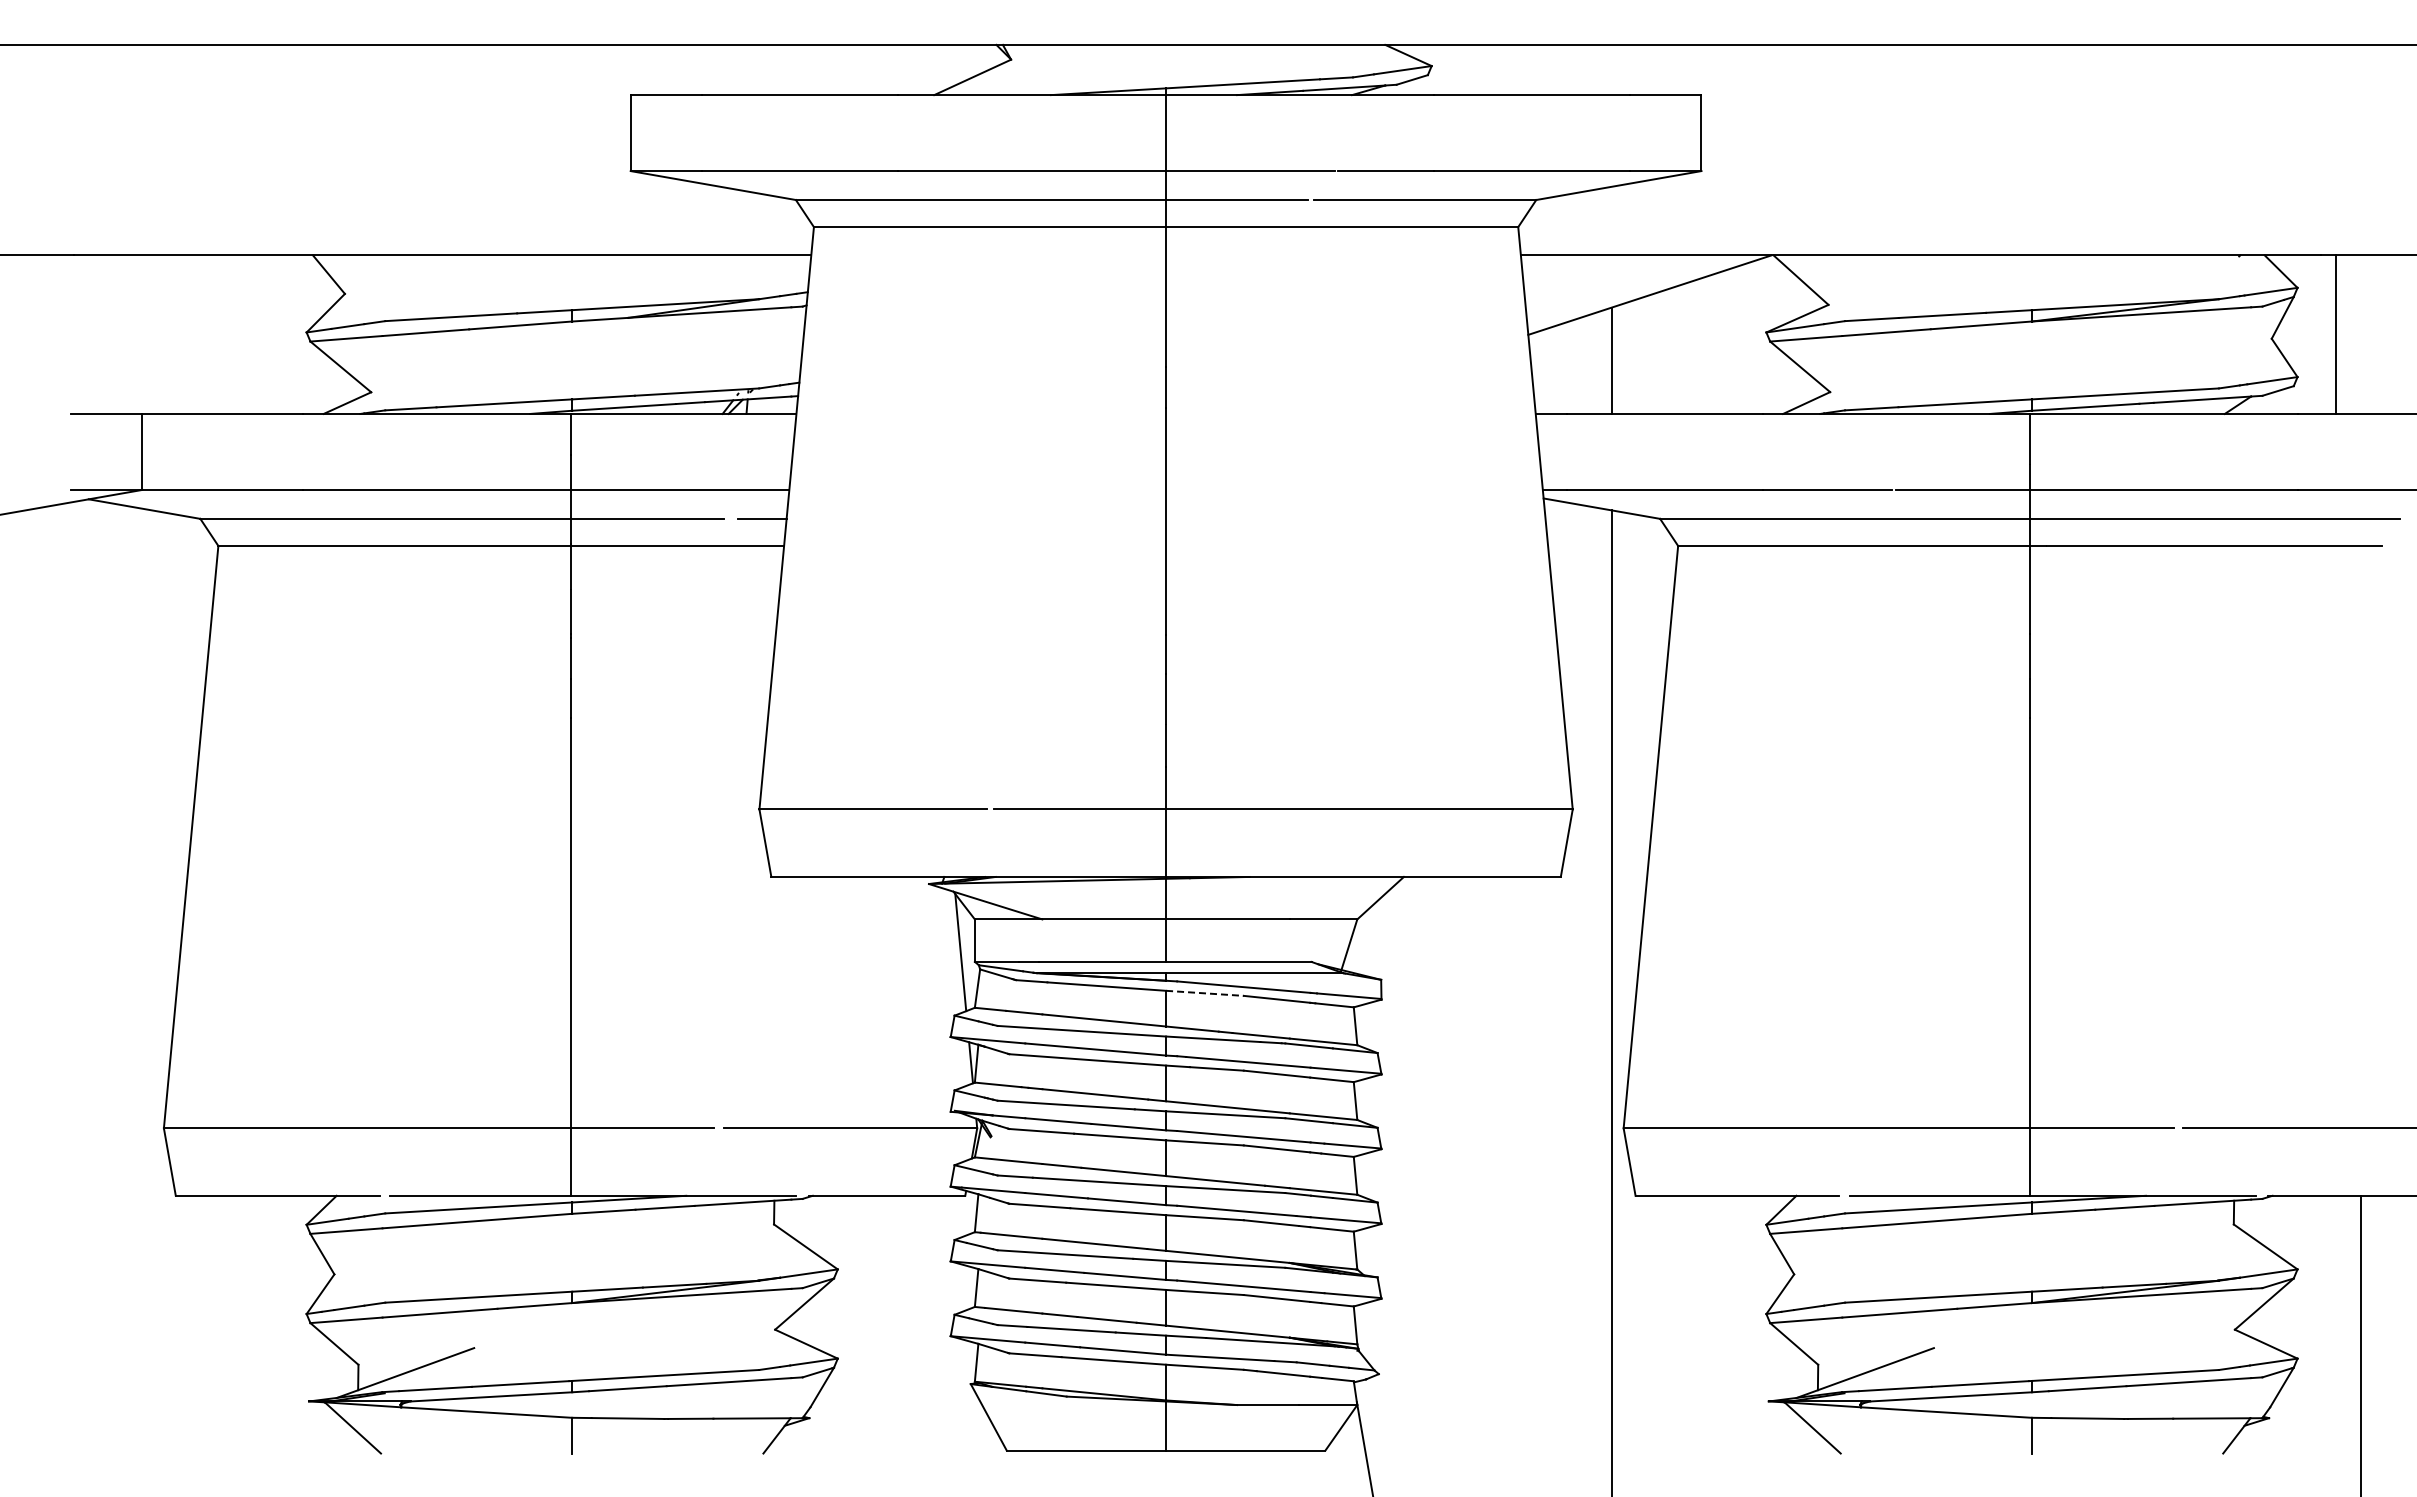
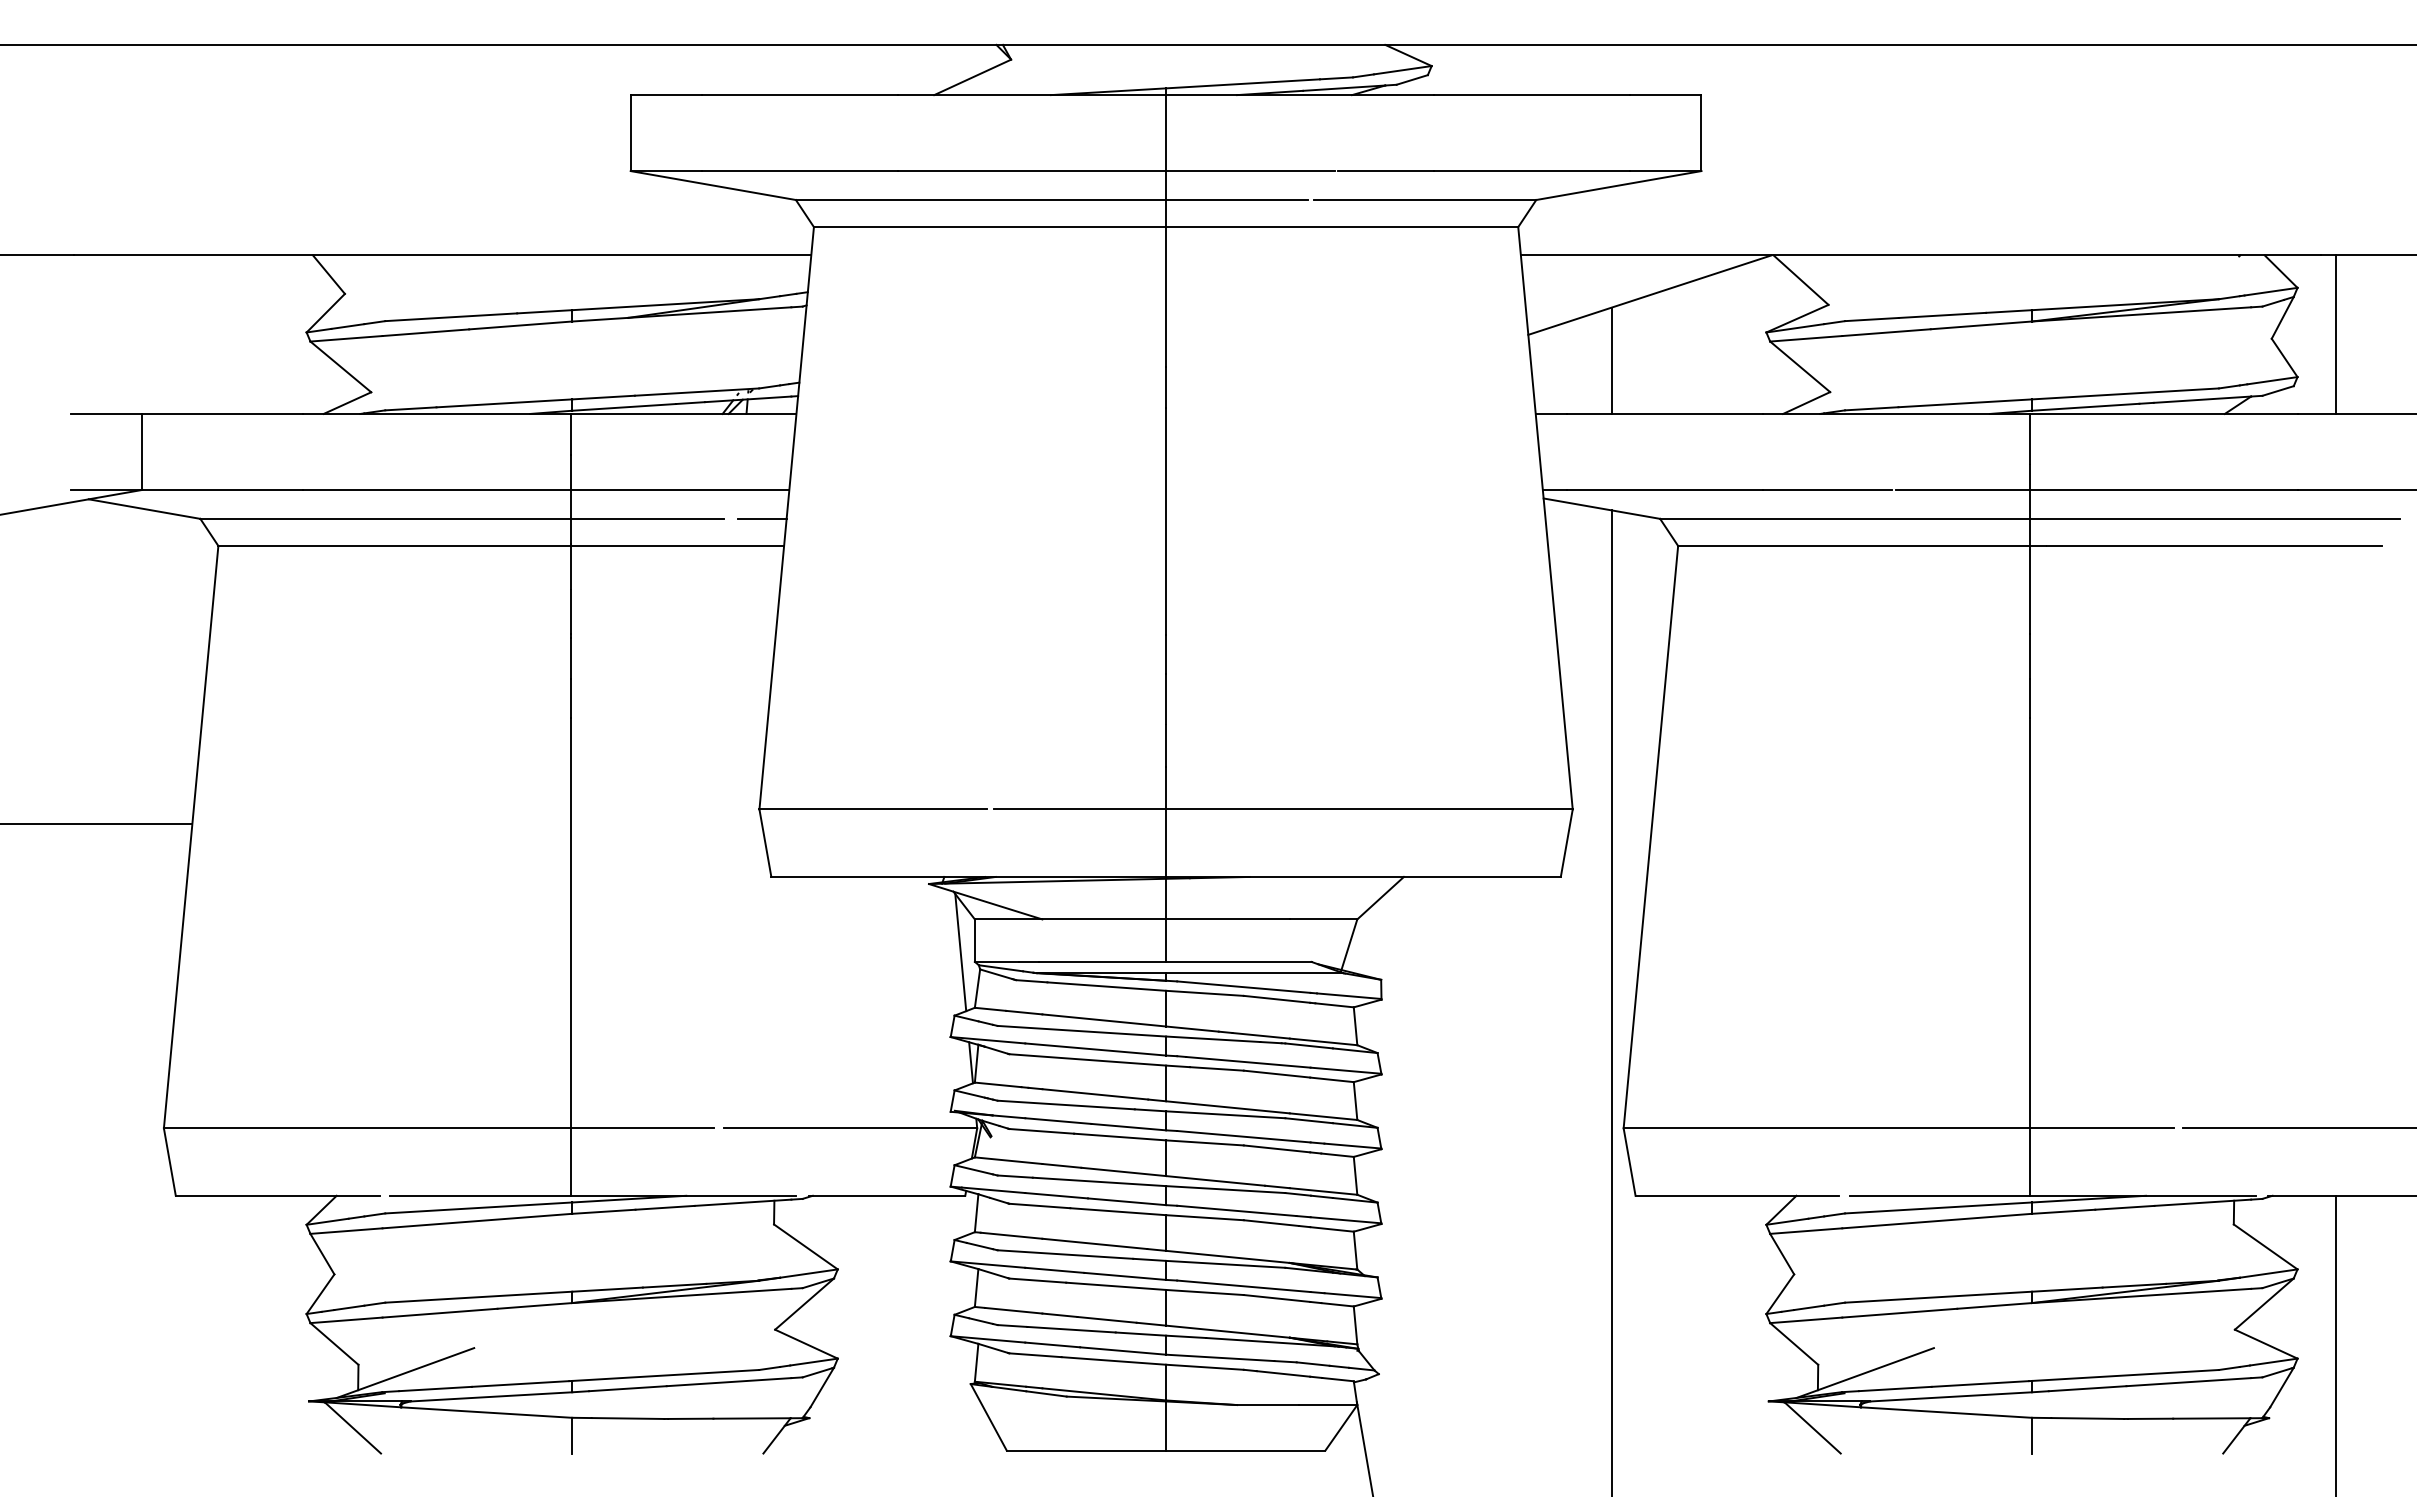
line at (97, 824): none -> present
line at (1204, 993): dashed -> solid
line at (2361, 1344) position: (2361, 1344) -> (2336, 1344)
